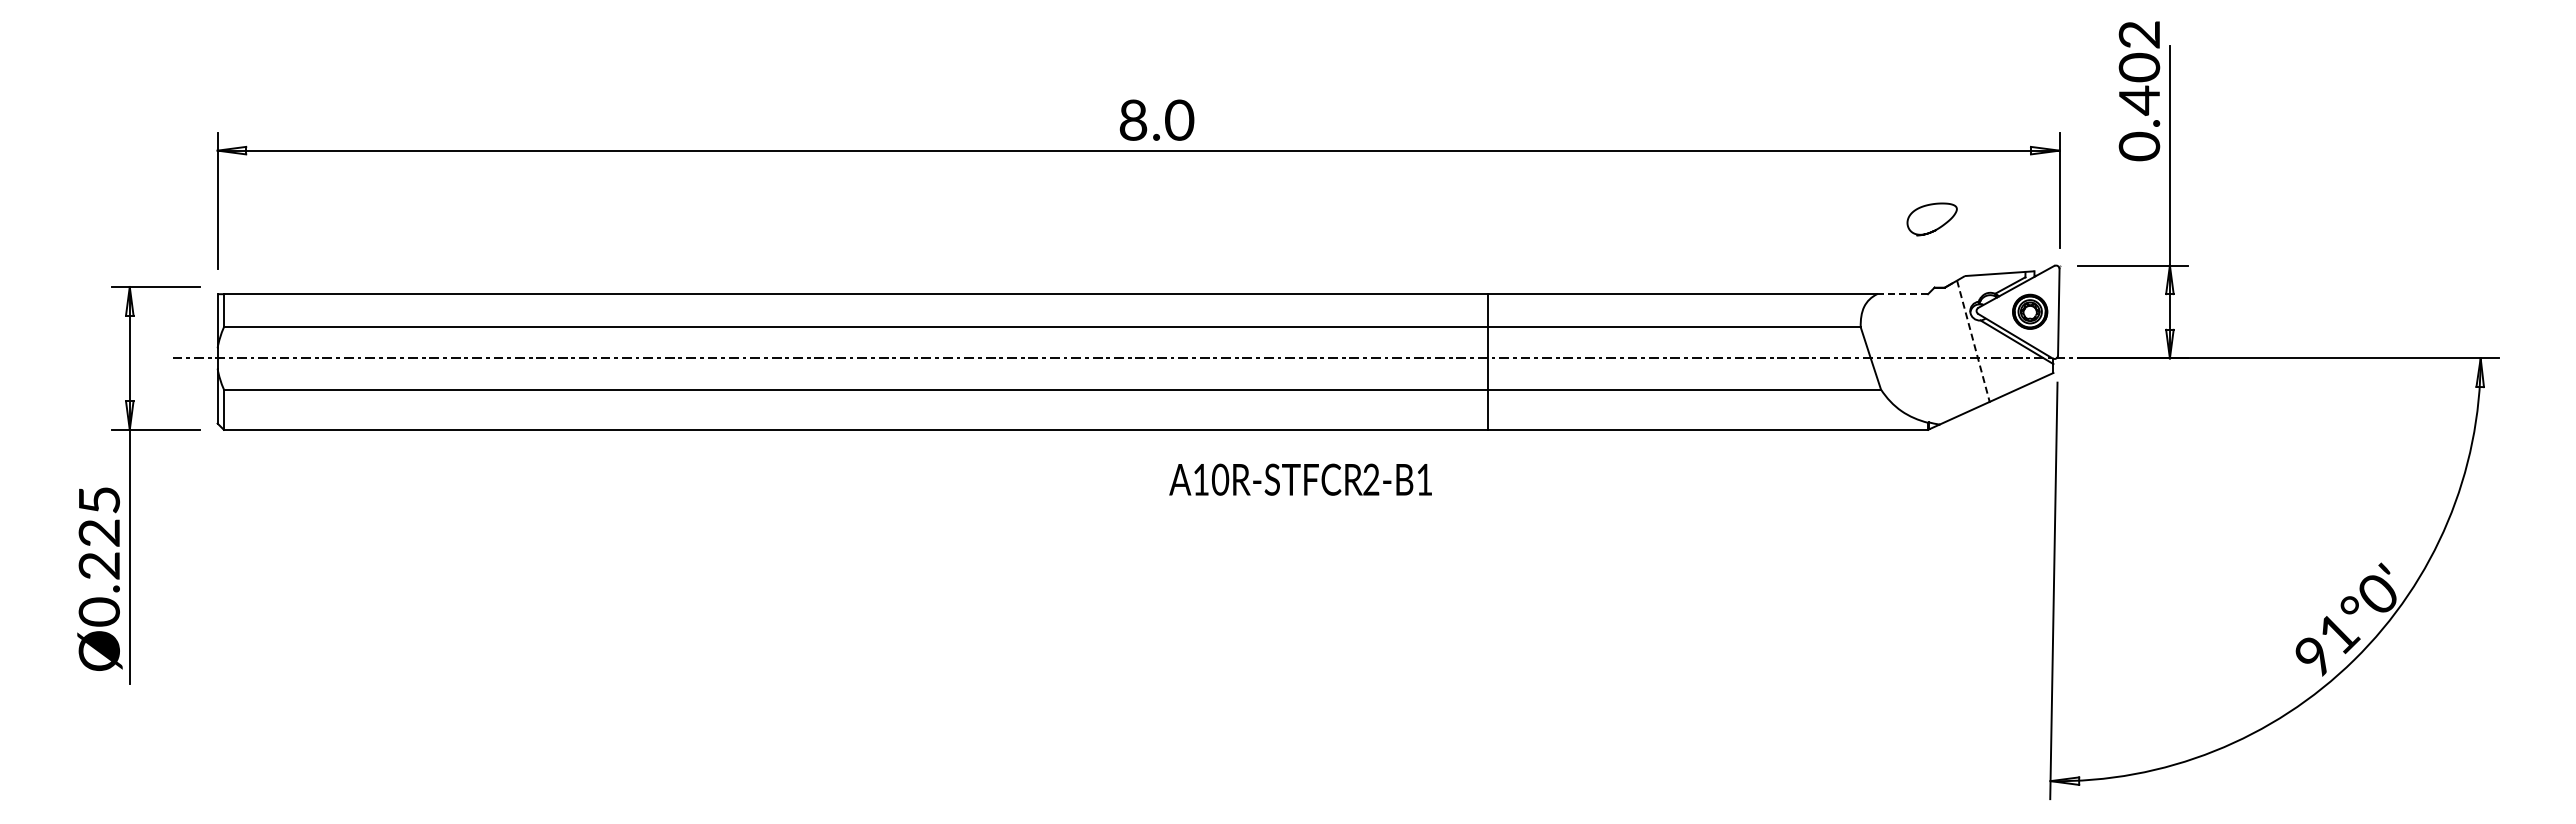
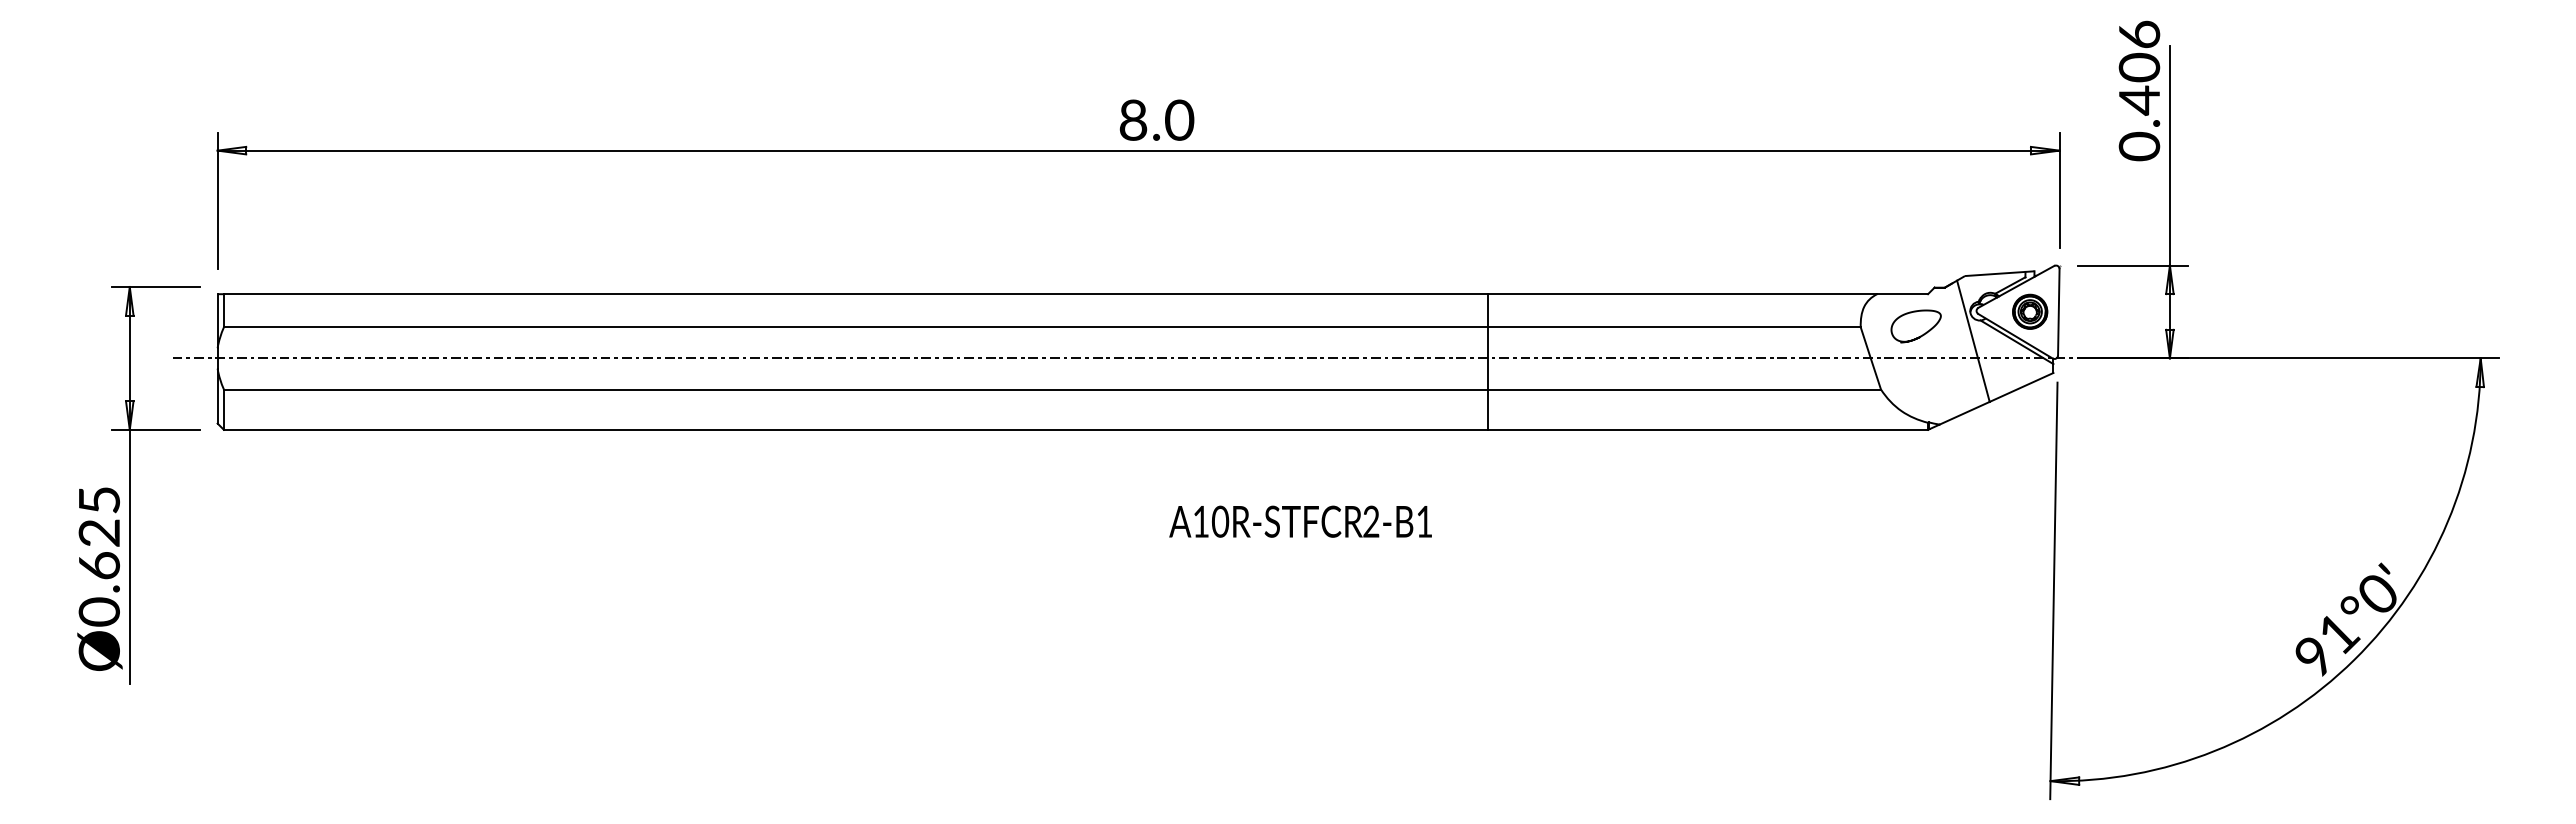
text at (2139, 34): 0.402 -> 0.406
curve at (1936, 228) position: (1936, 228) -> (1920, 335)
line at (1903, 294): dashed -> solid
line at (1973, 341): dashed -> solid
text at (1300, 479) position: (1300, 479) -> (1300, 521)
text at (99, 565): Ø0.225 -> Ø0.625
